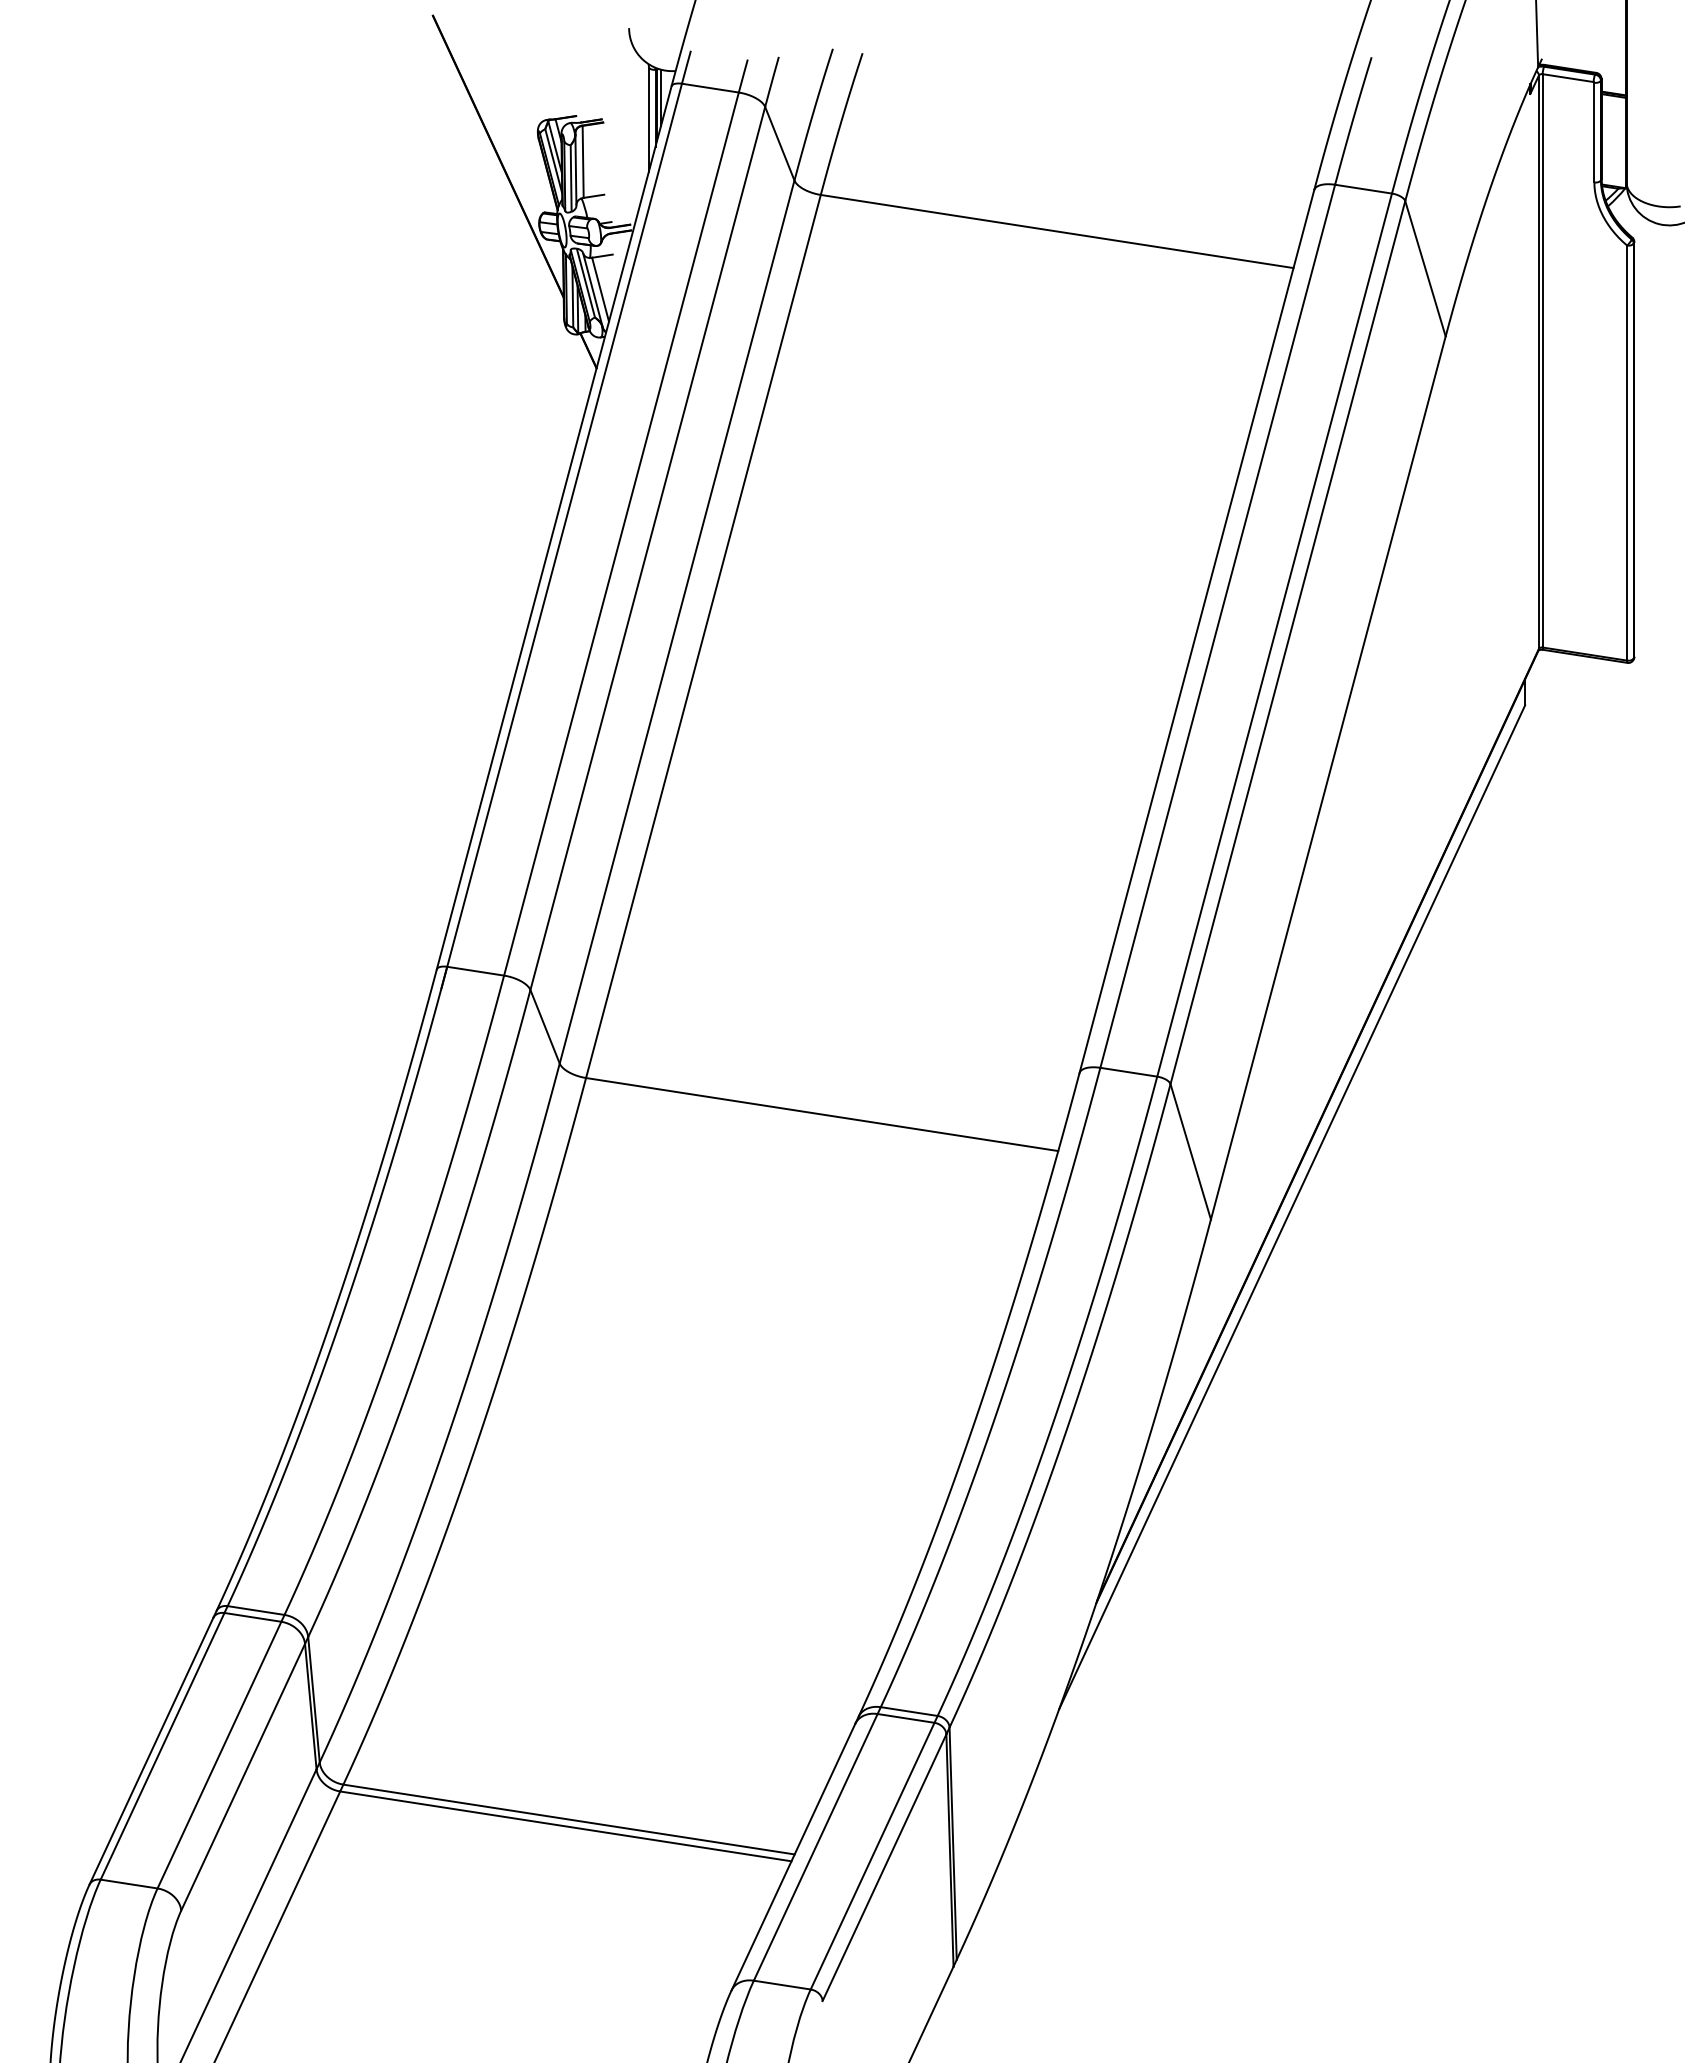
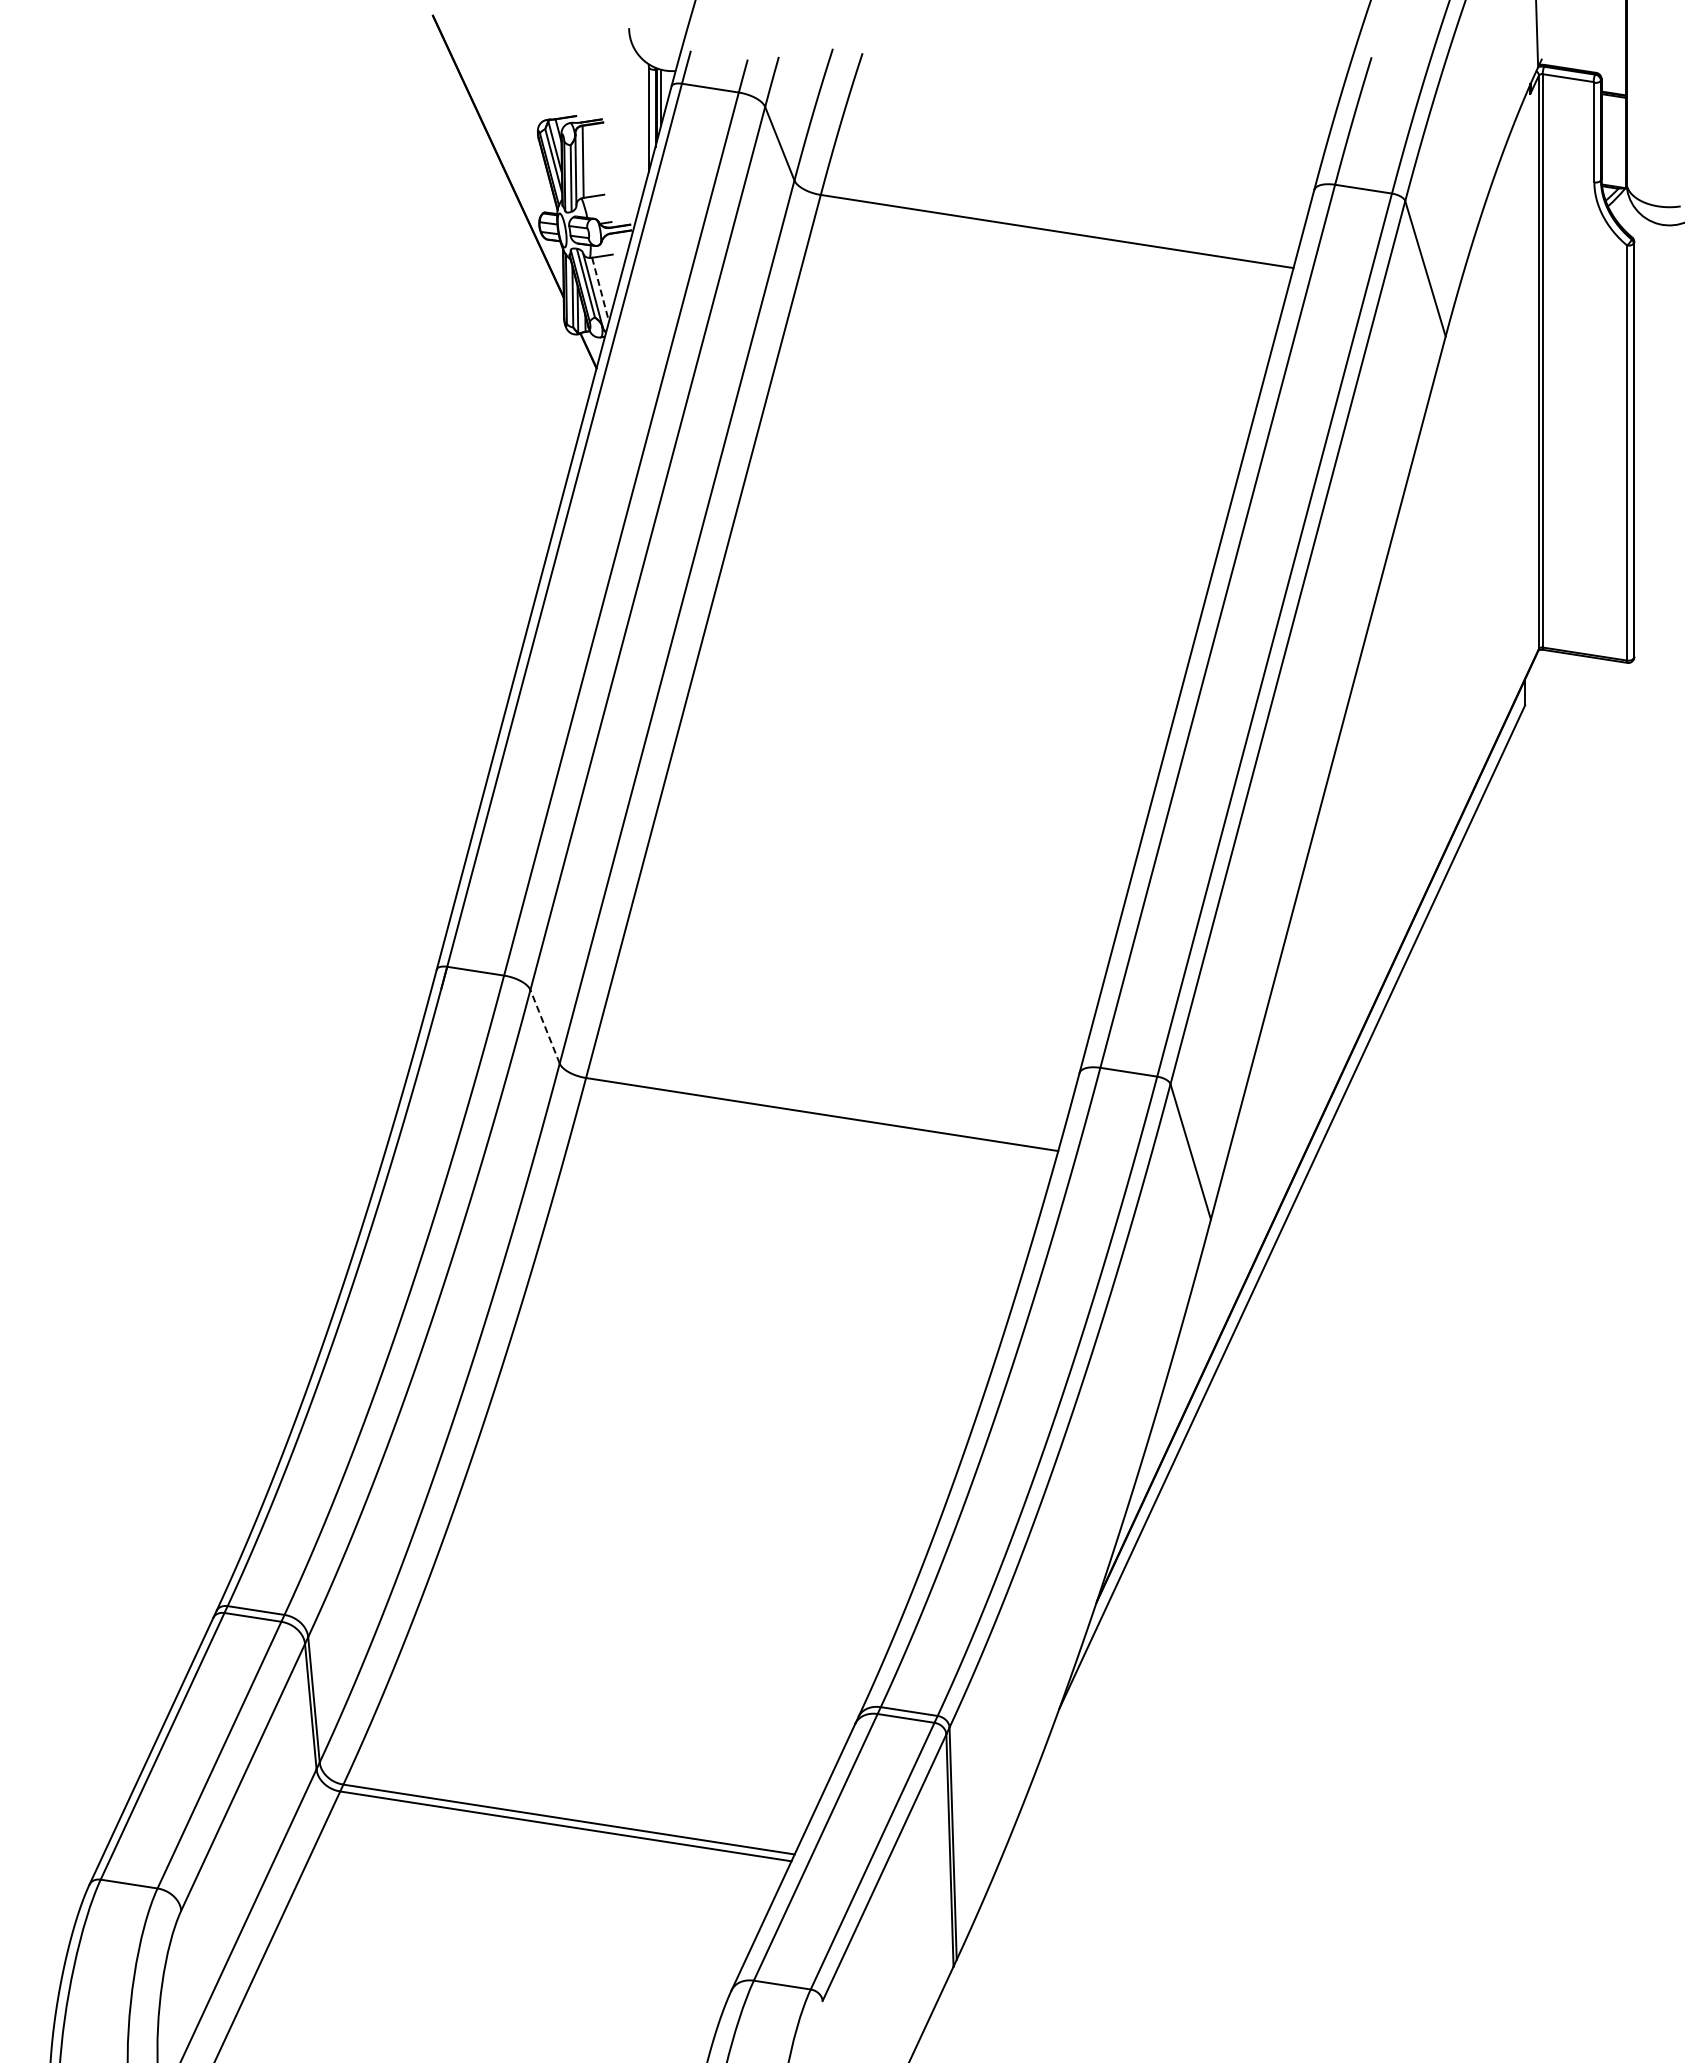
line at (600, 290): solid -> dashed
line at (545, 1026): solid -> dashed
